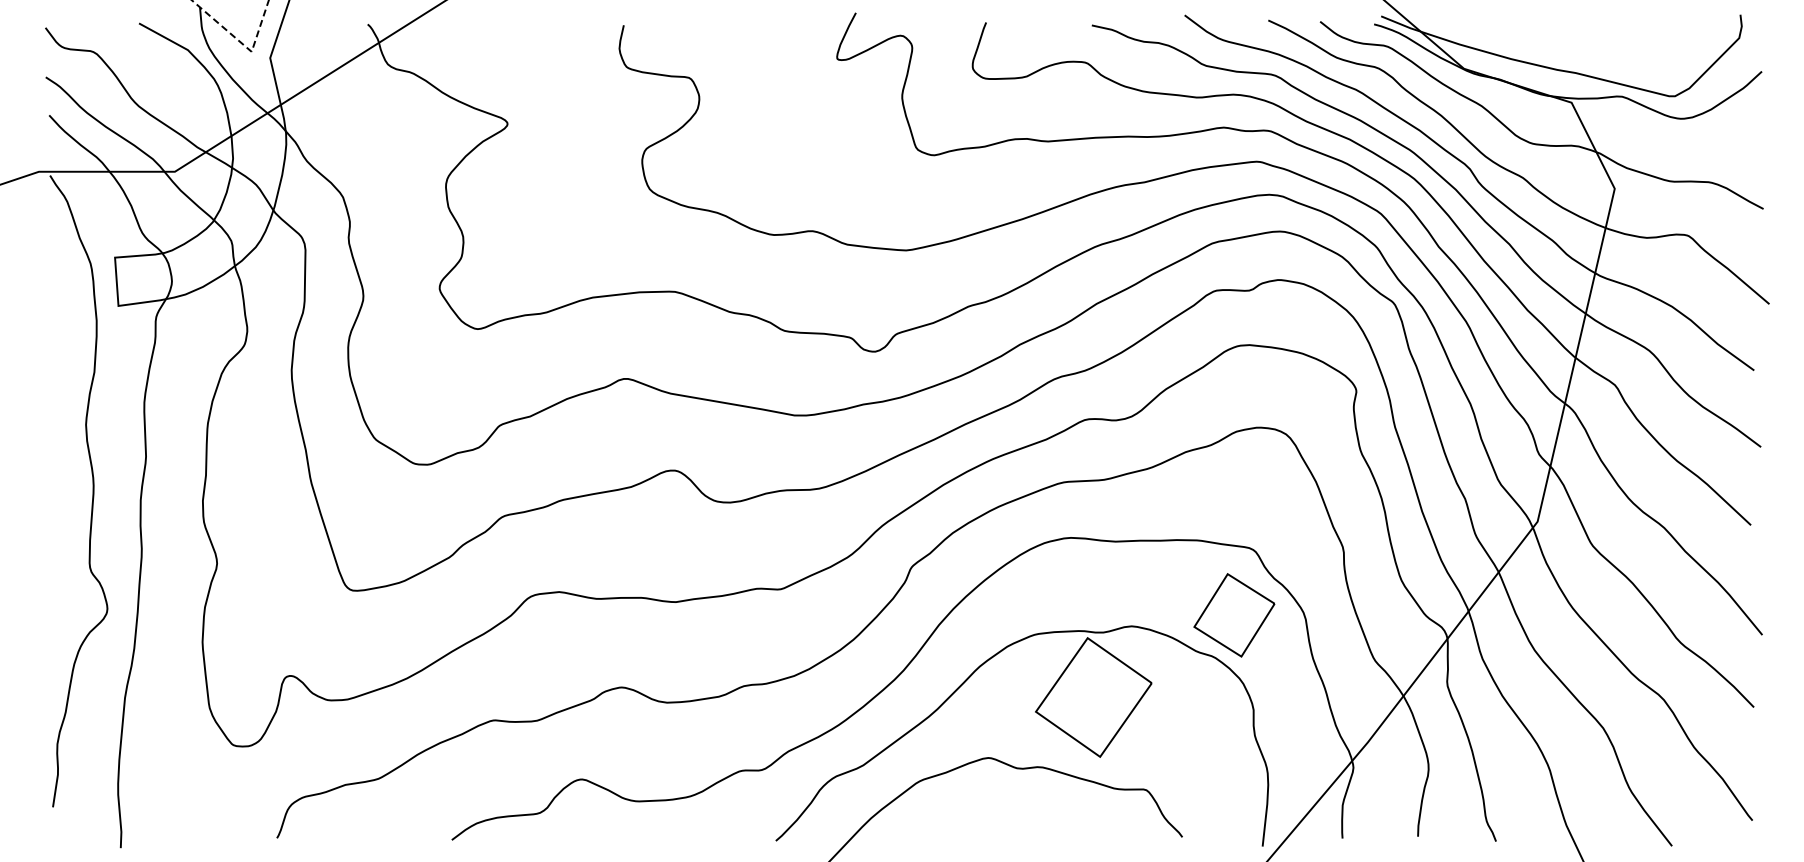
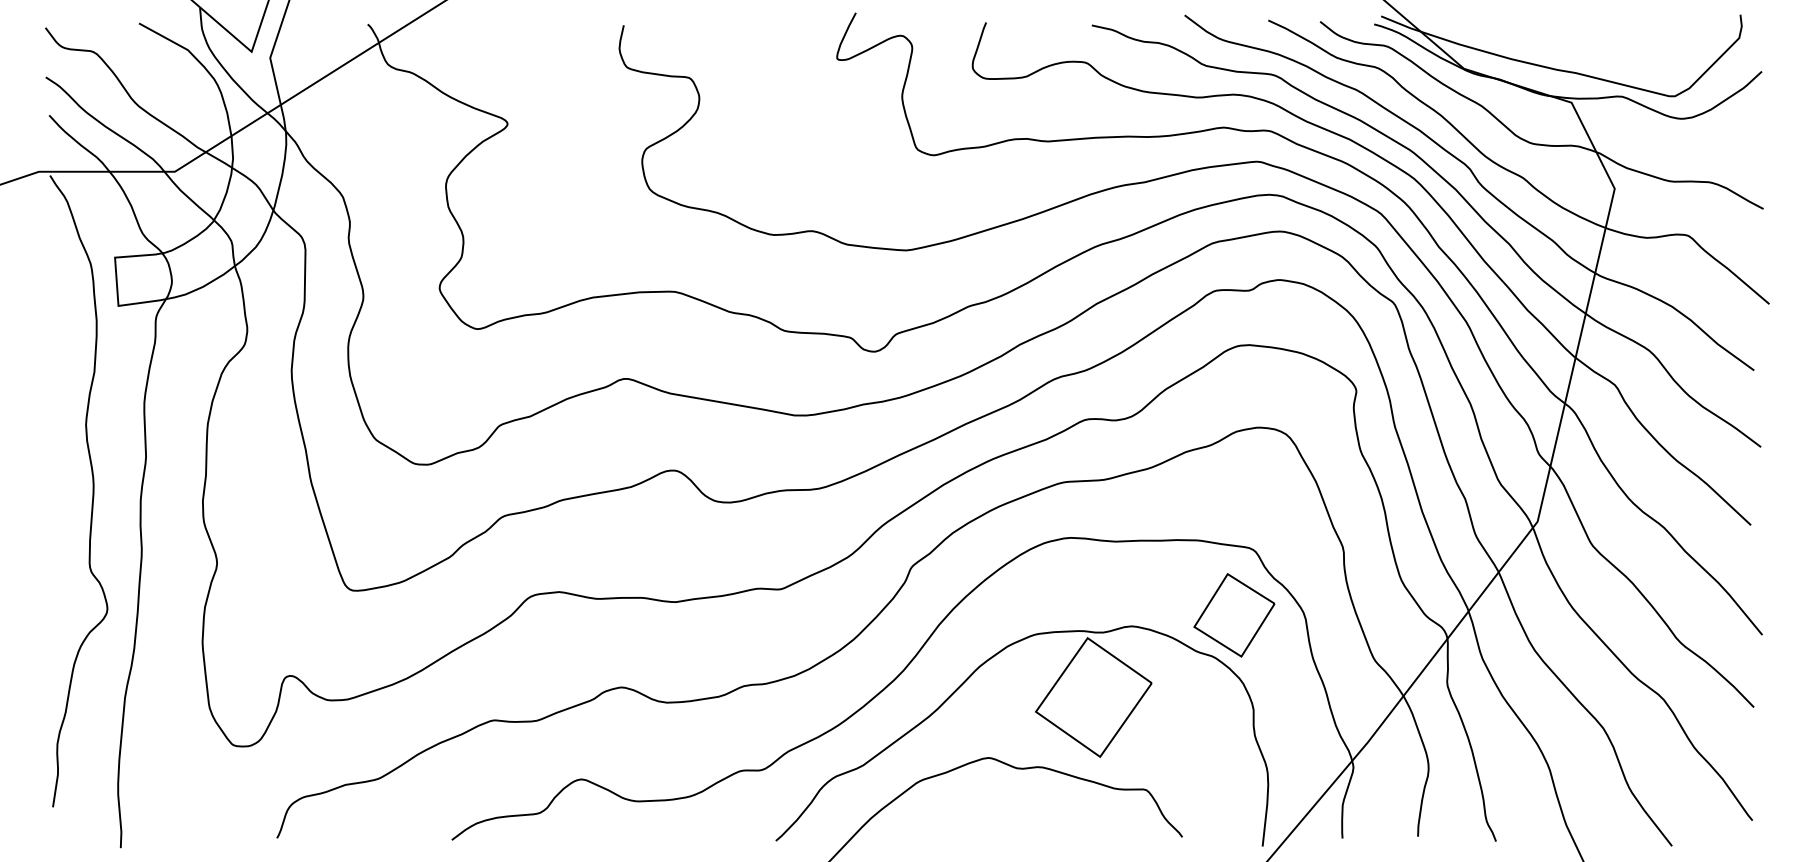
line at (242, 44): dashed -> solid
